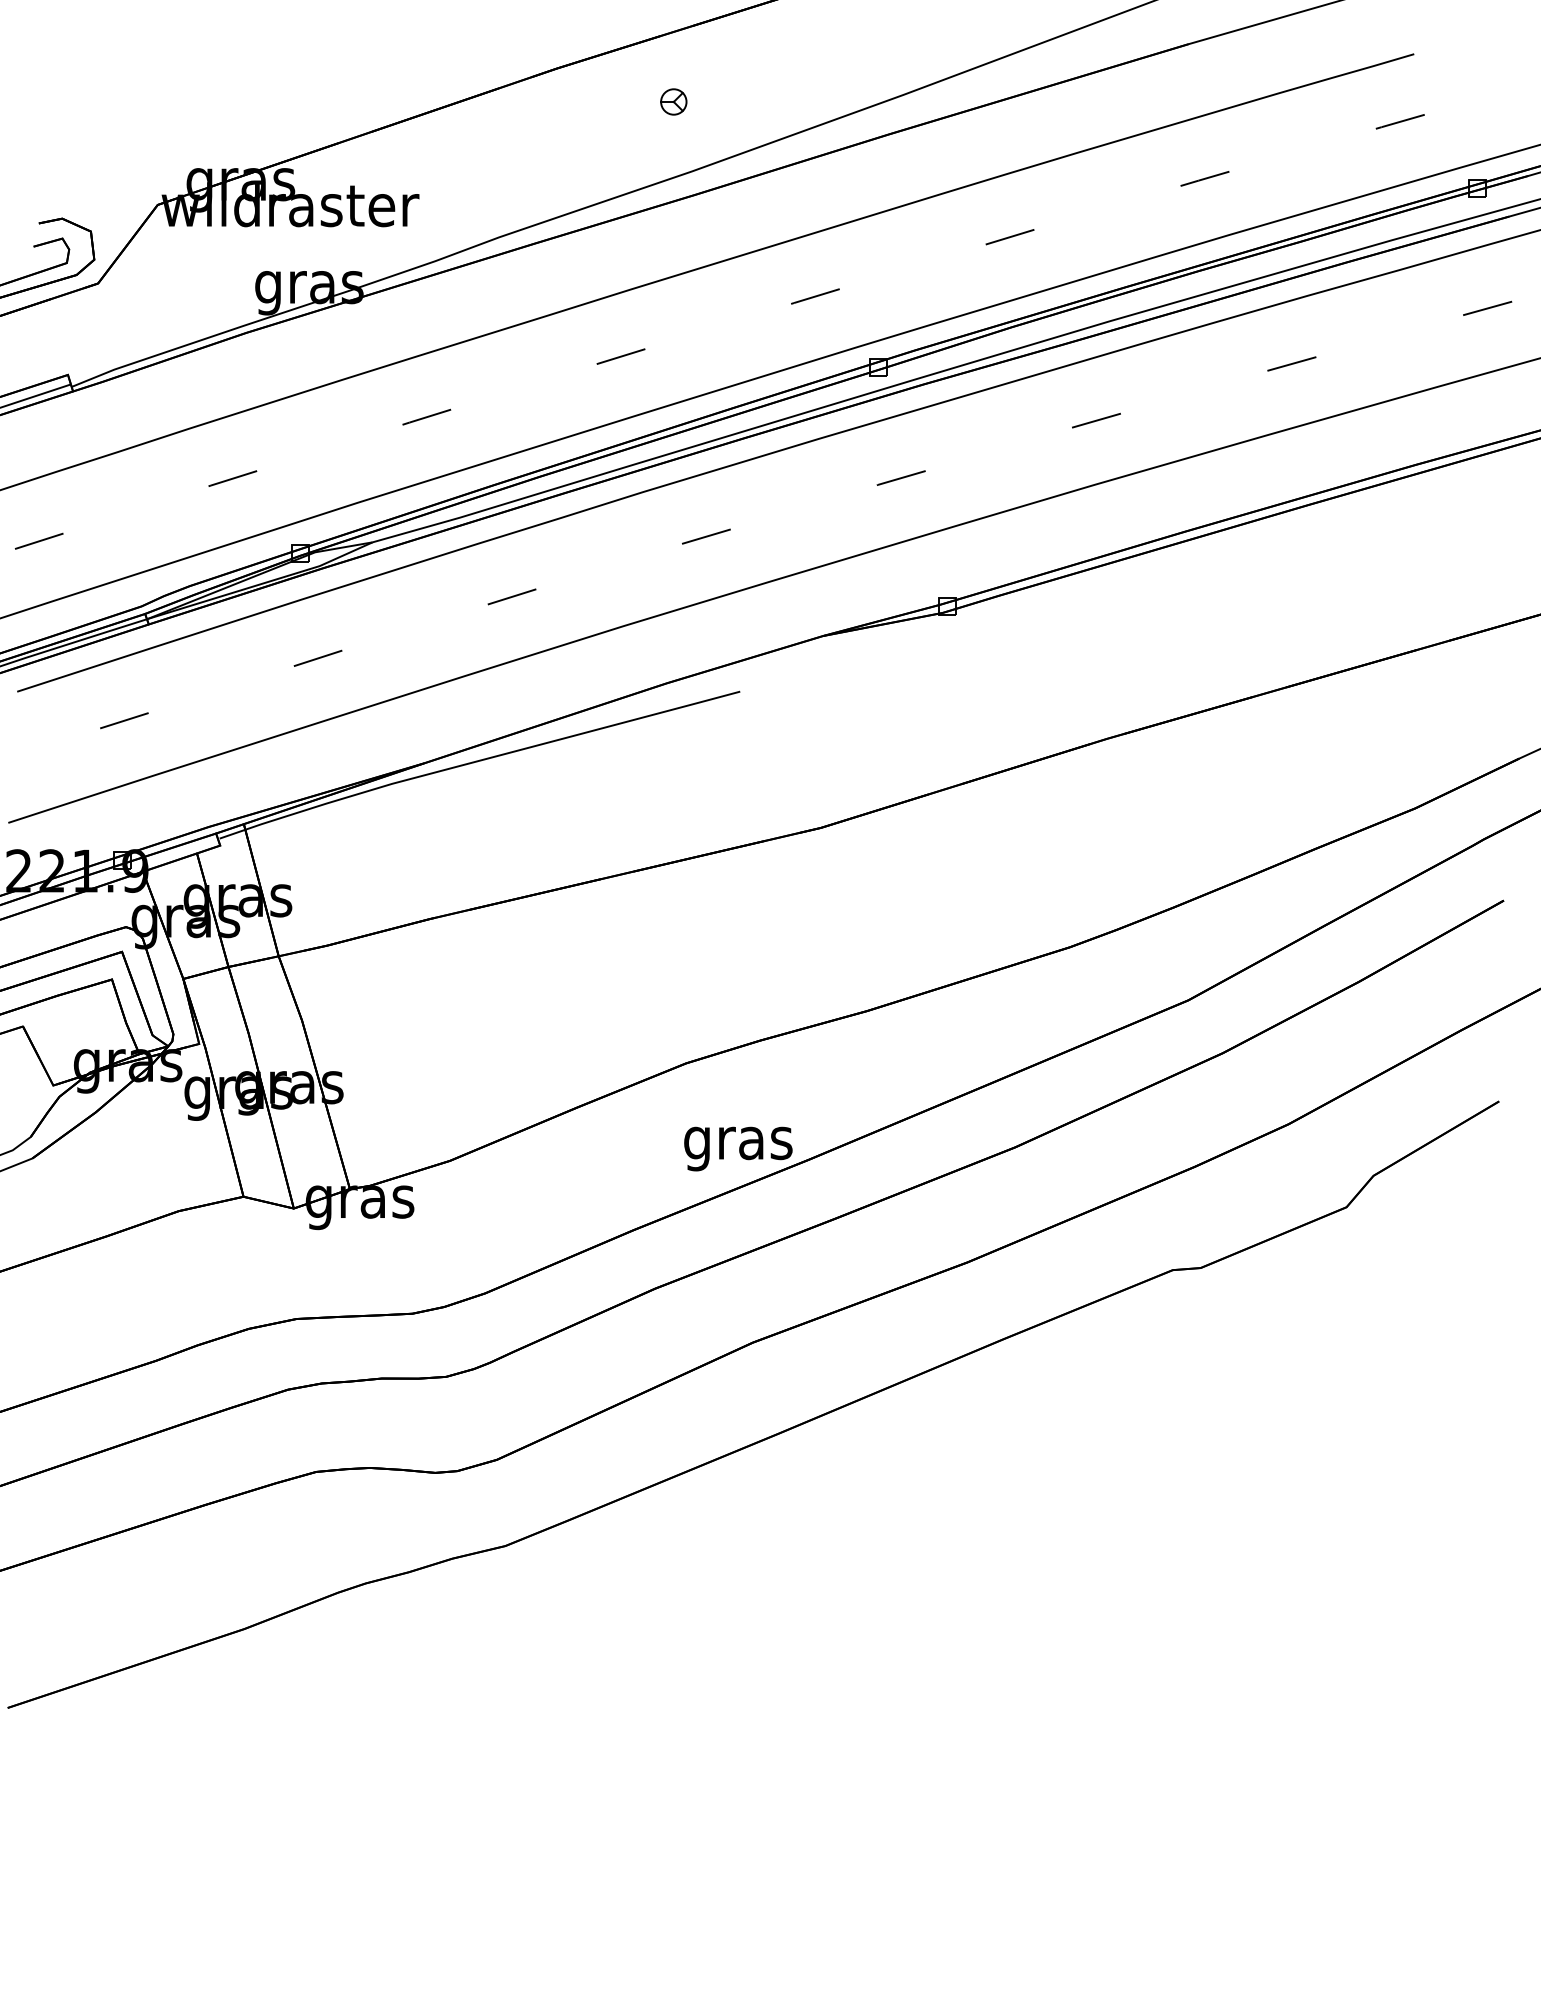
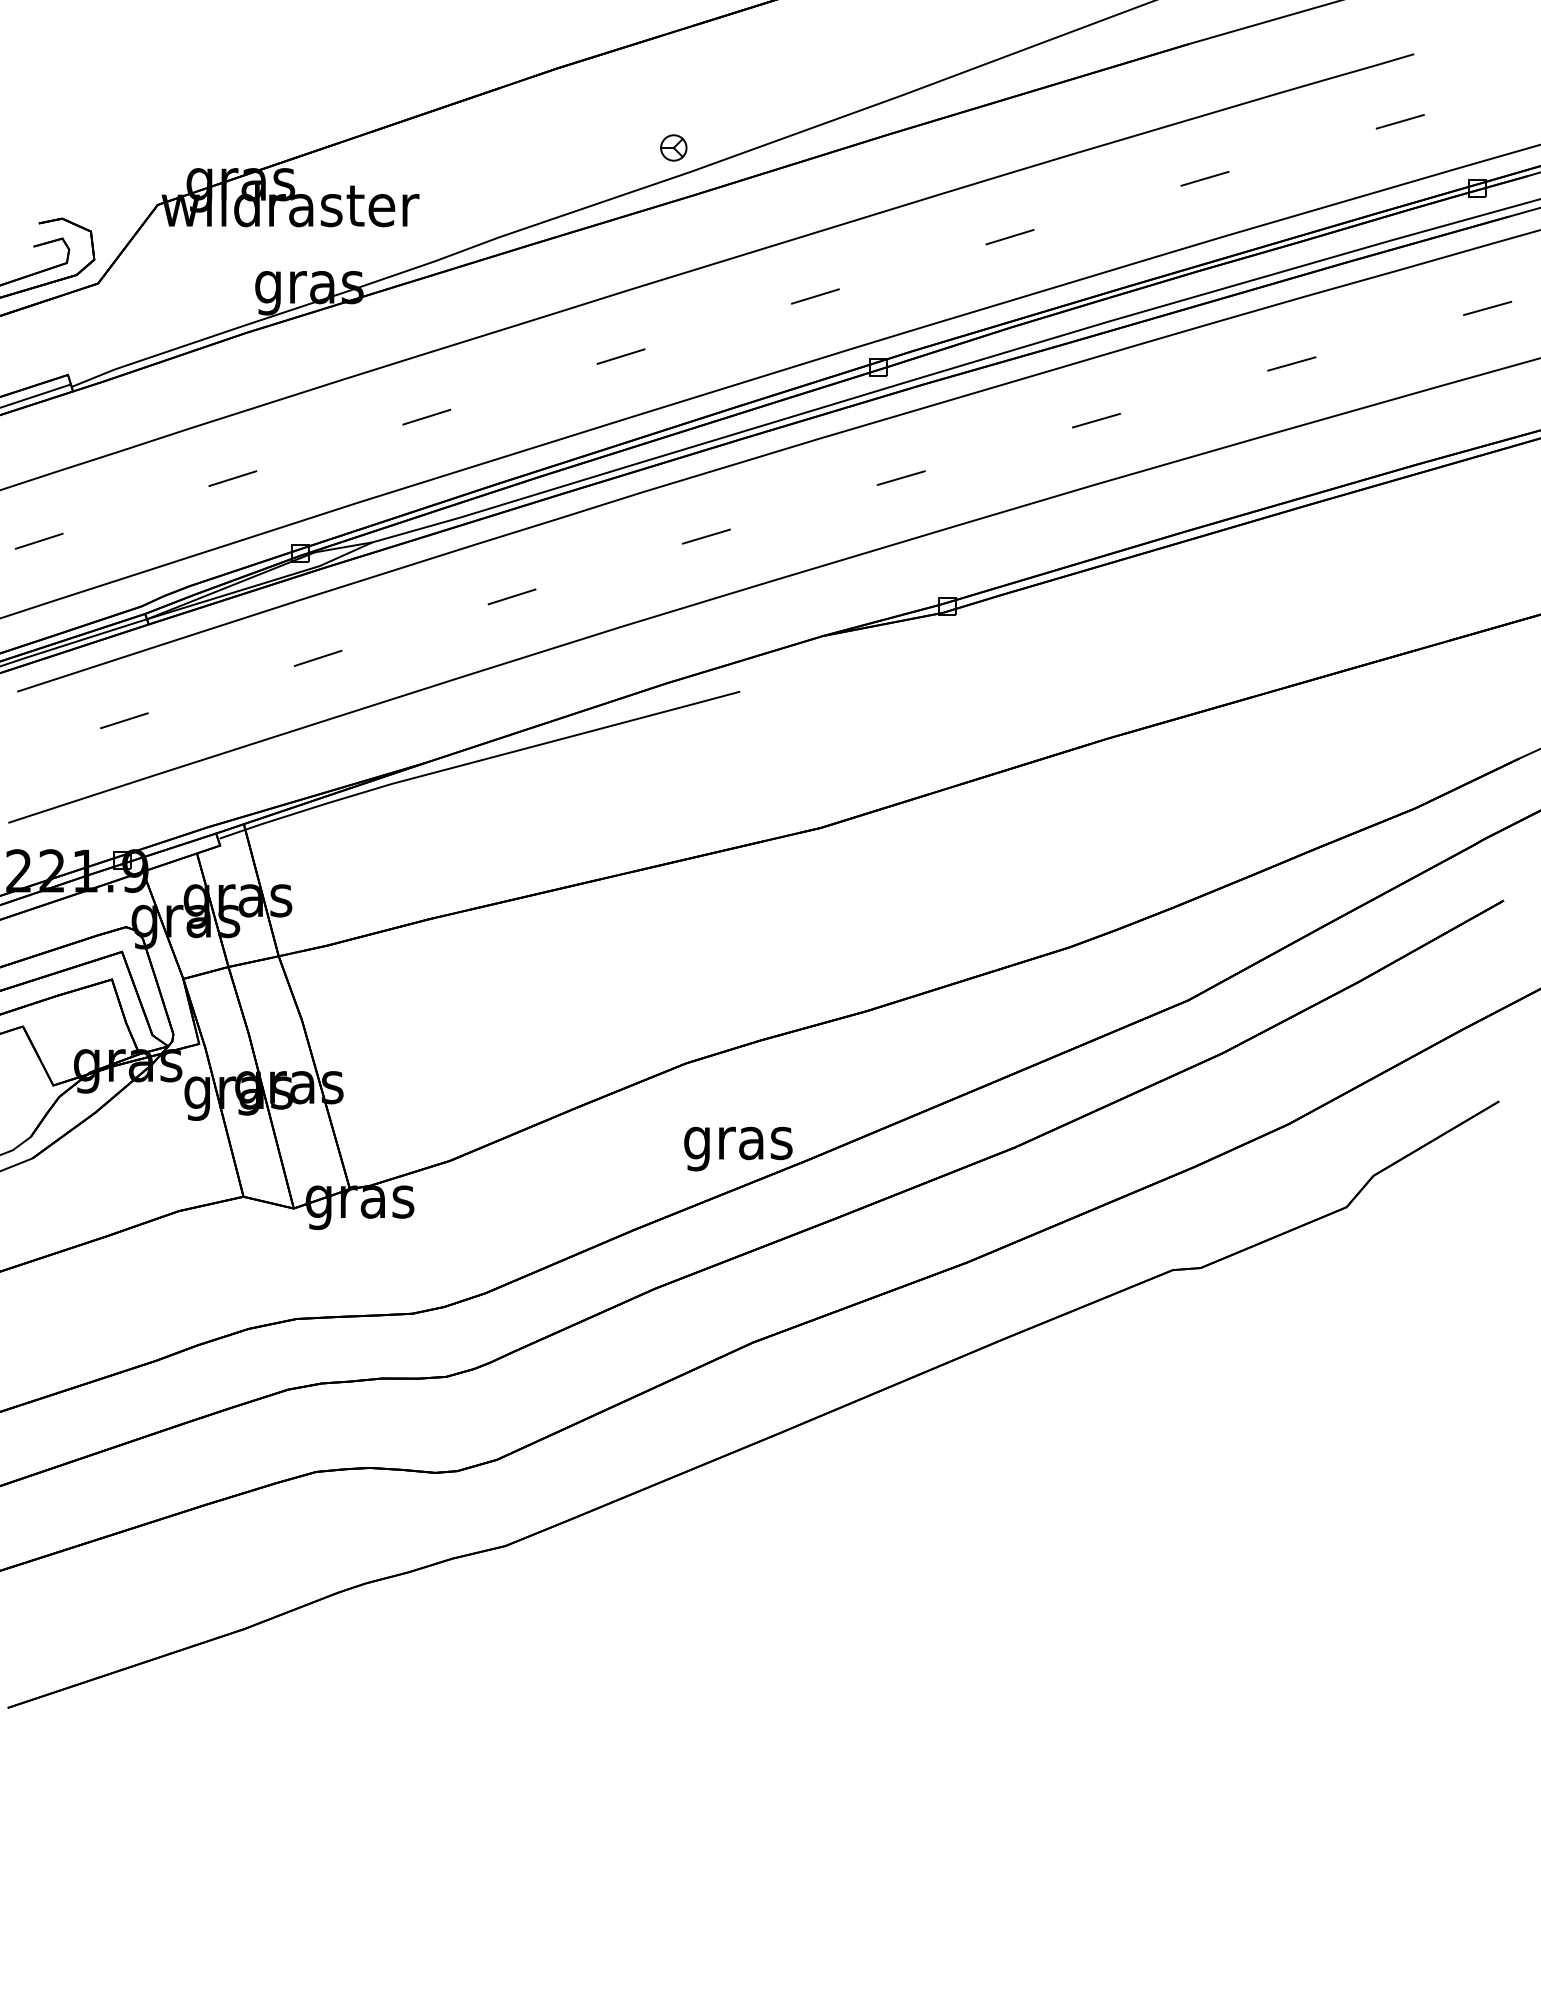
part at (673, 101) position: (673, 101) -> (673, 147)
